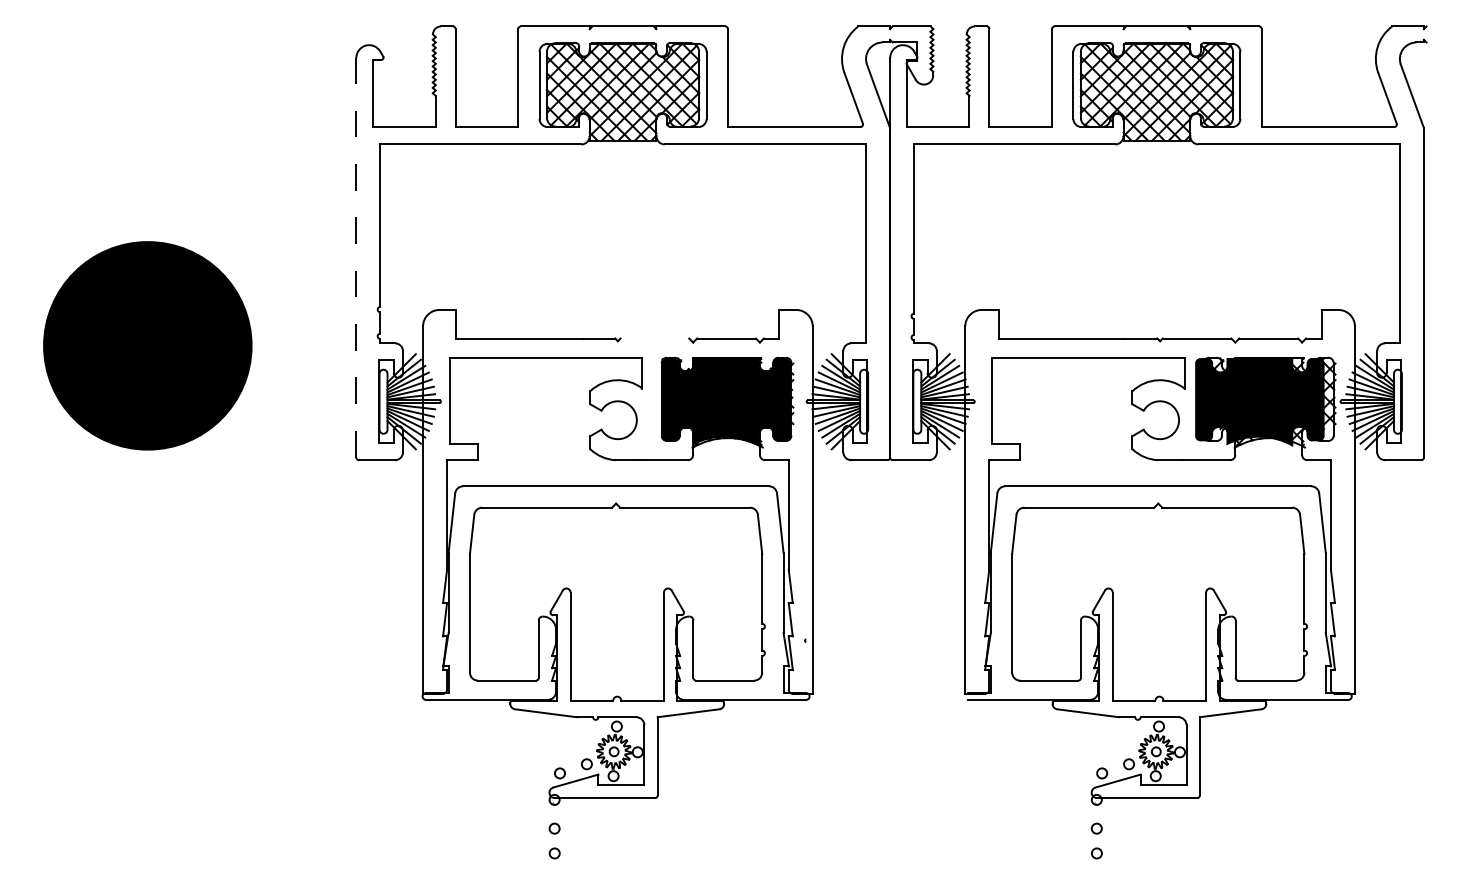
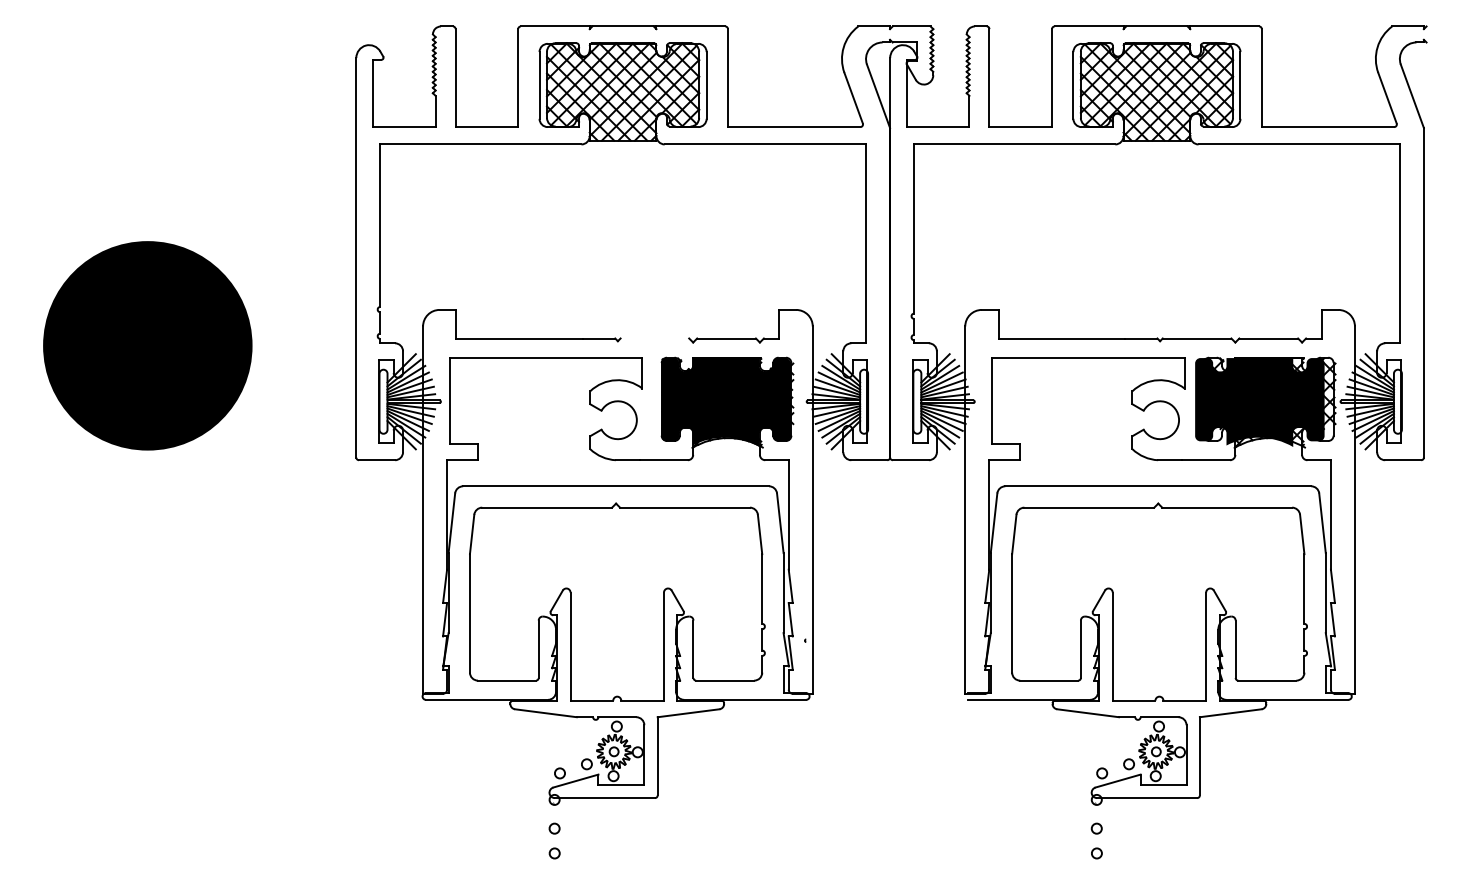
line at (356, 257): dashed -> solid
